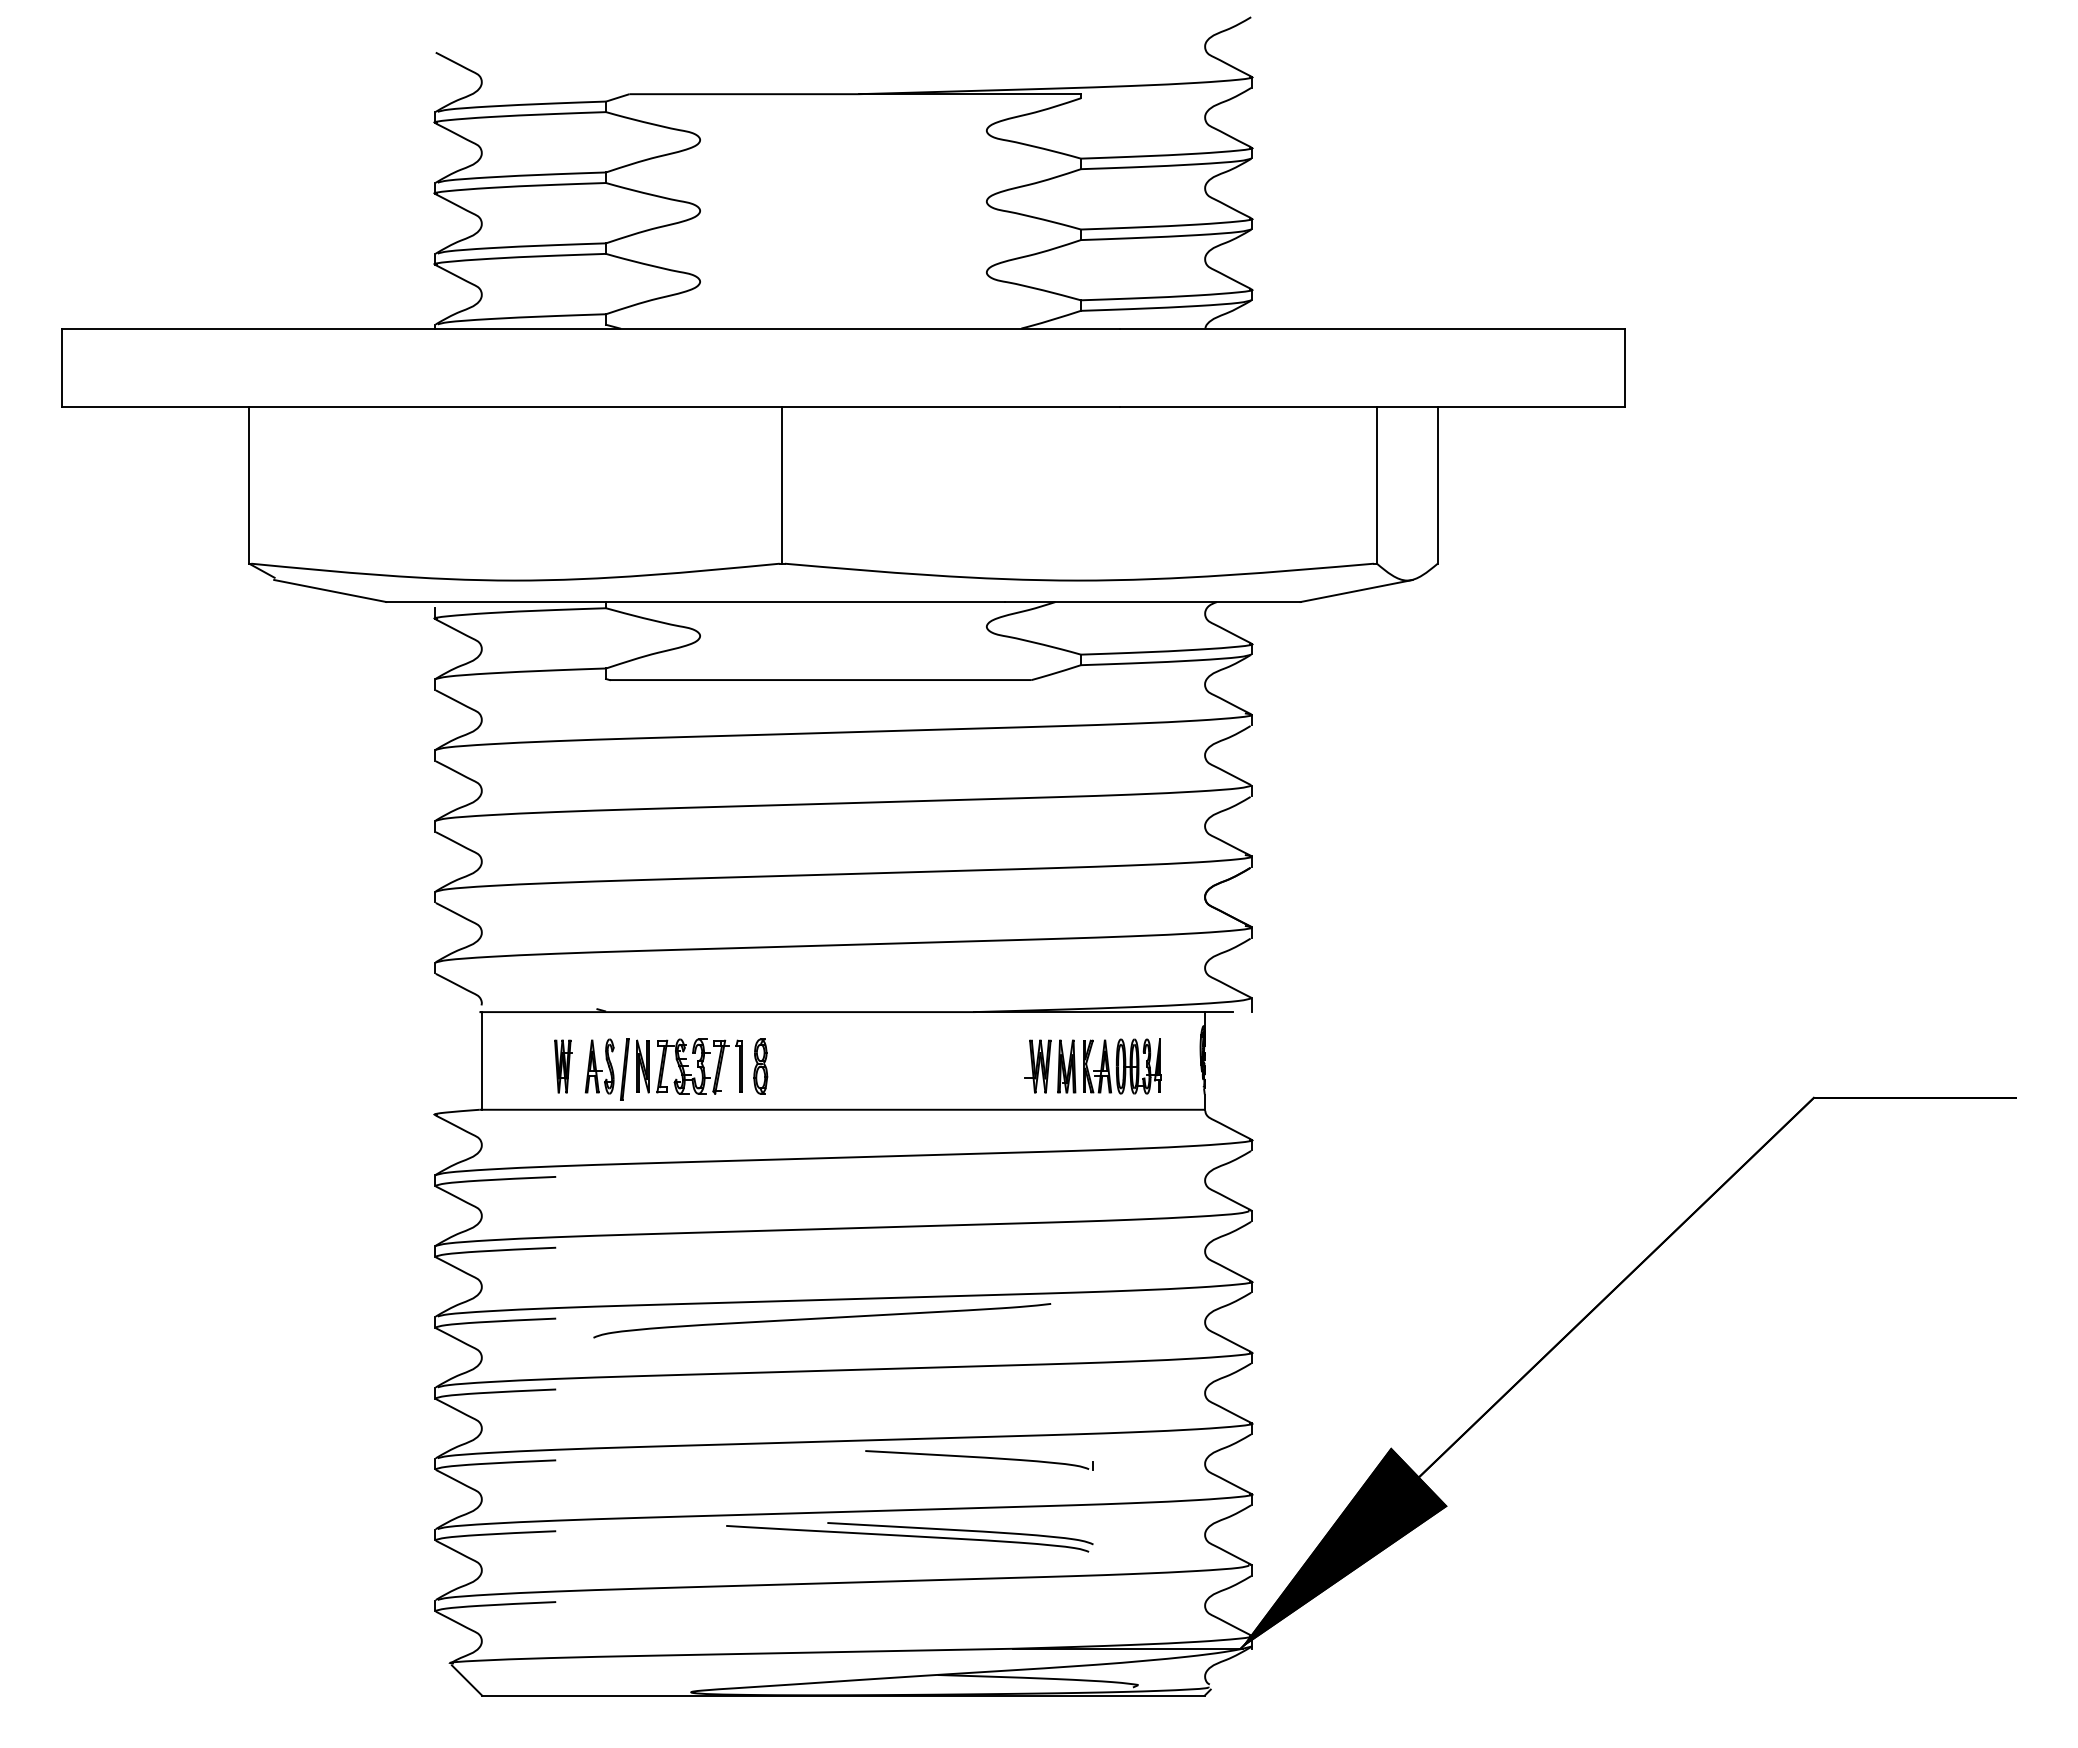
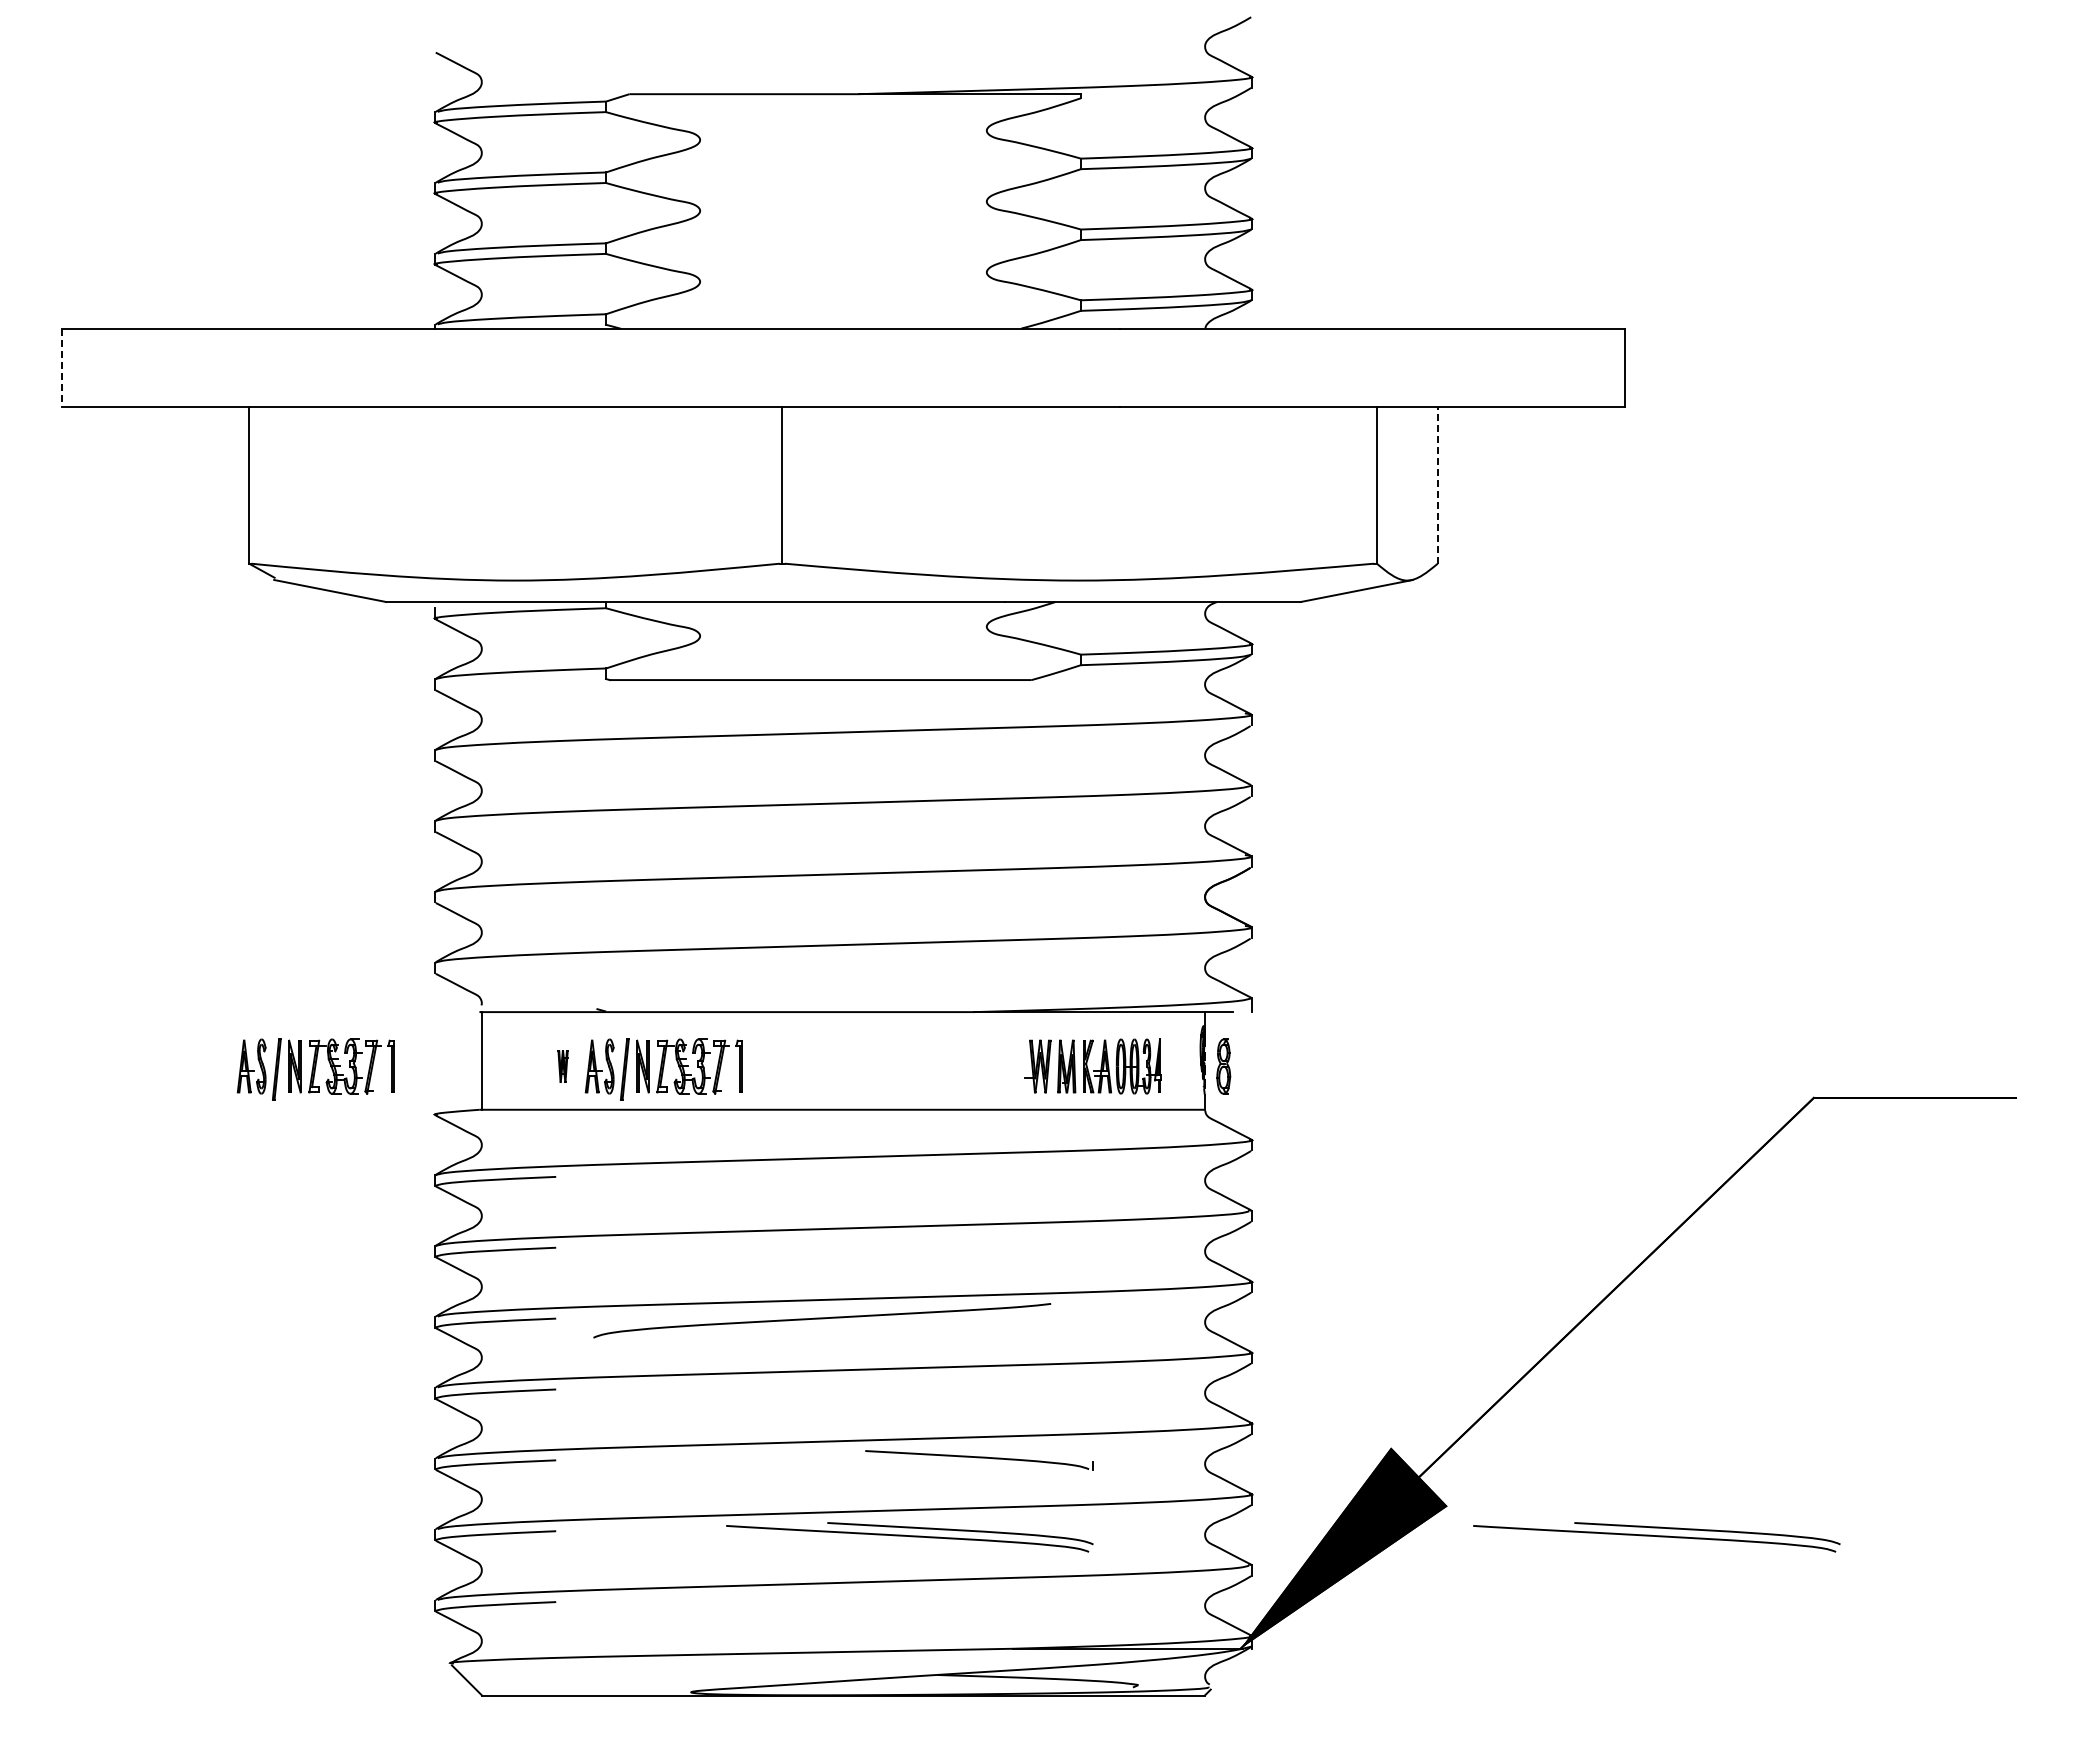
line at (62, 368): solid -> dashed
line at (1437, 485): solid -> dashed
part at (563, 1066) size: 19x55 px -> 12x33 px
part at (760, 1066) position: (760, 1066) -> (1223, 1066)
part at (315, 1069): none -> present
part at (1656, 1537): none -> present
